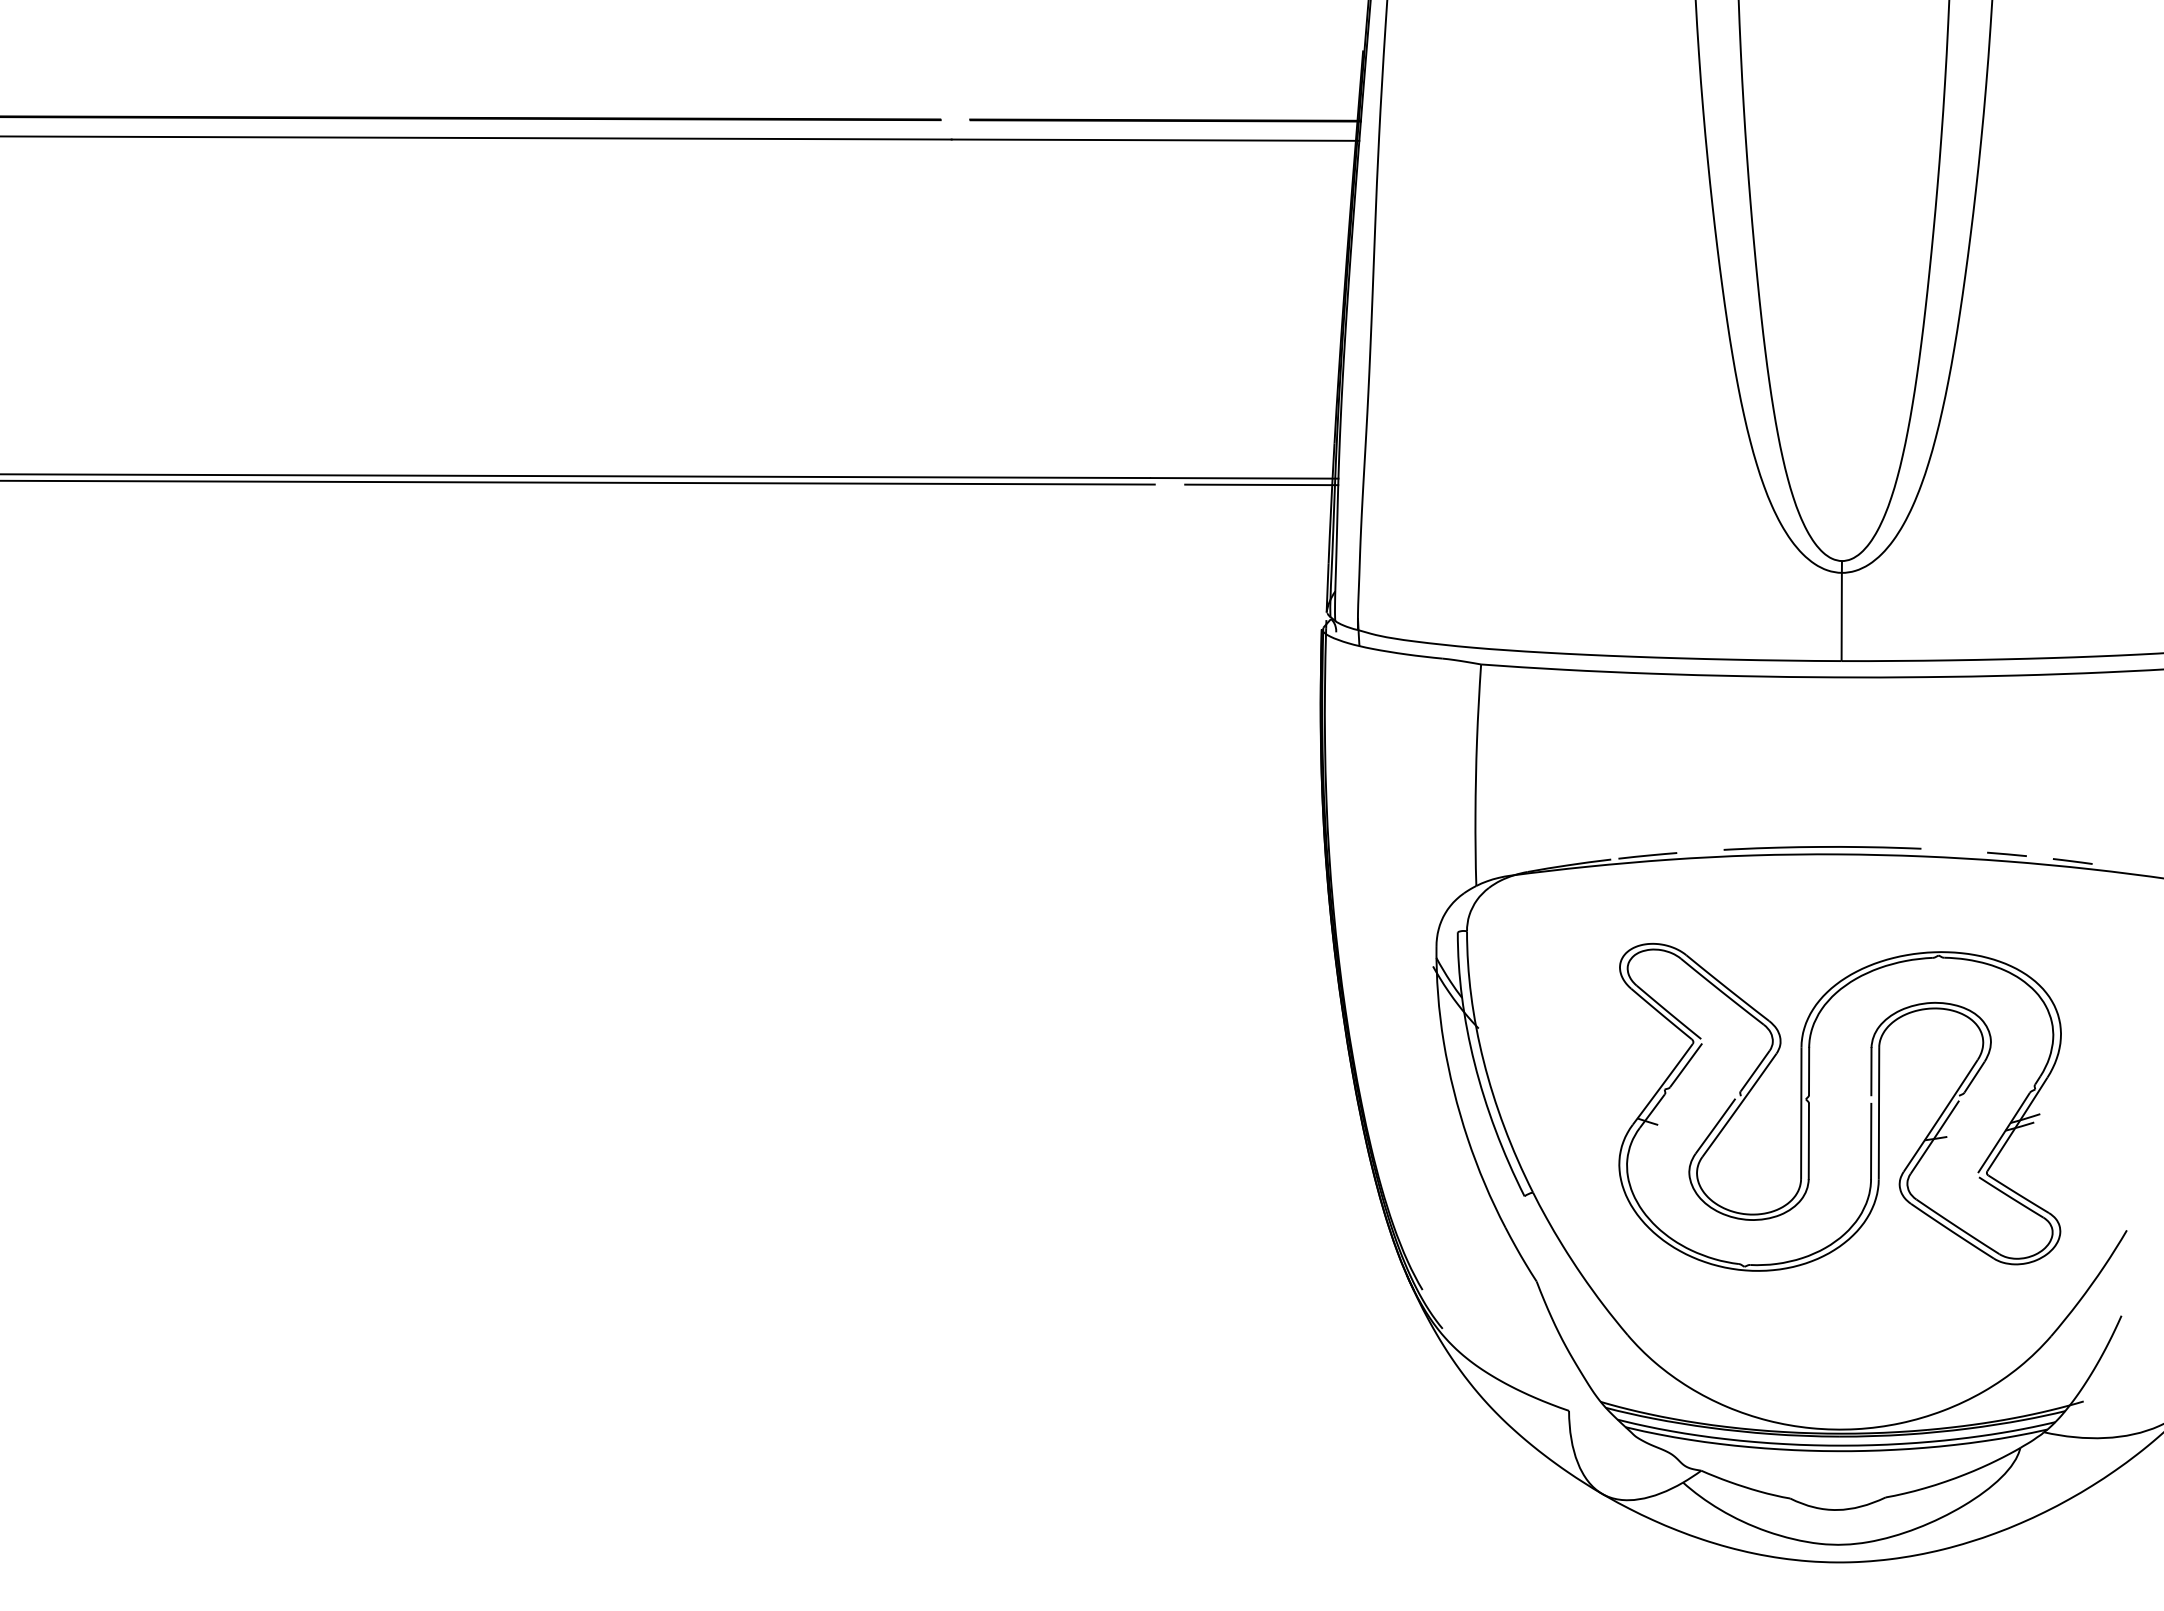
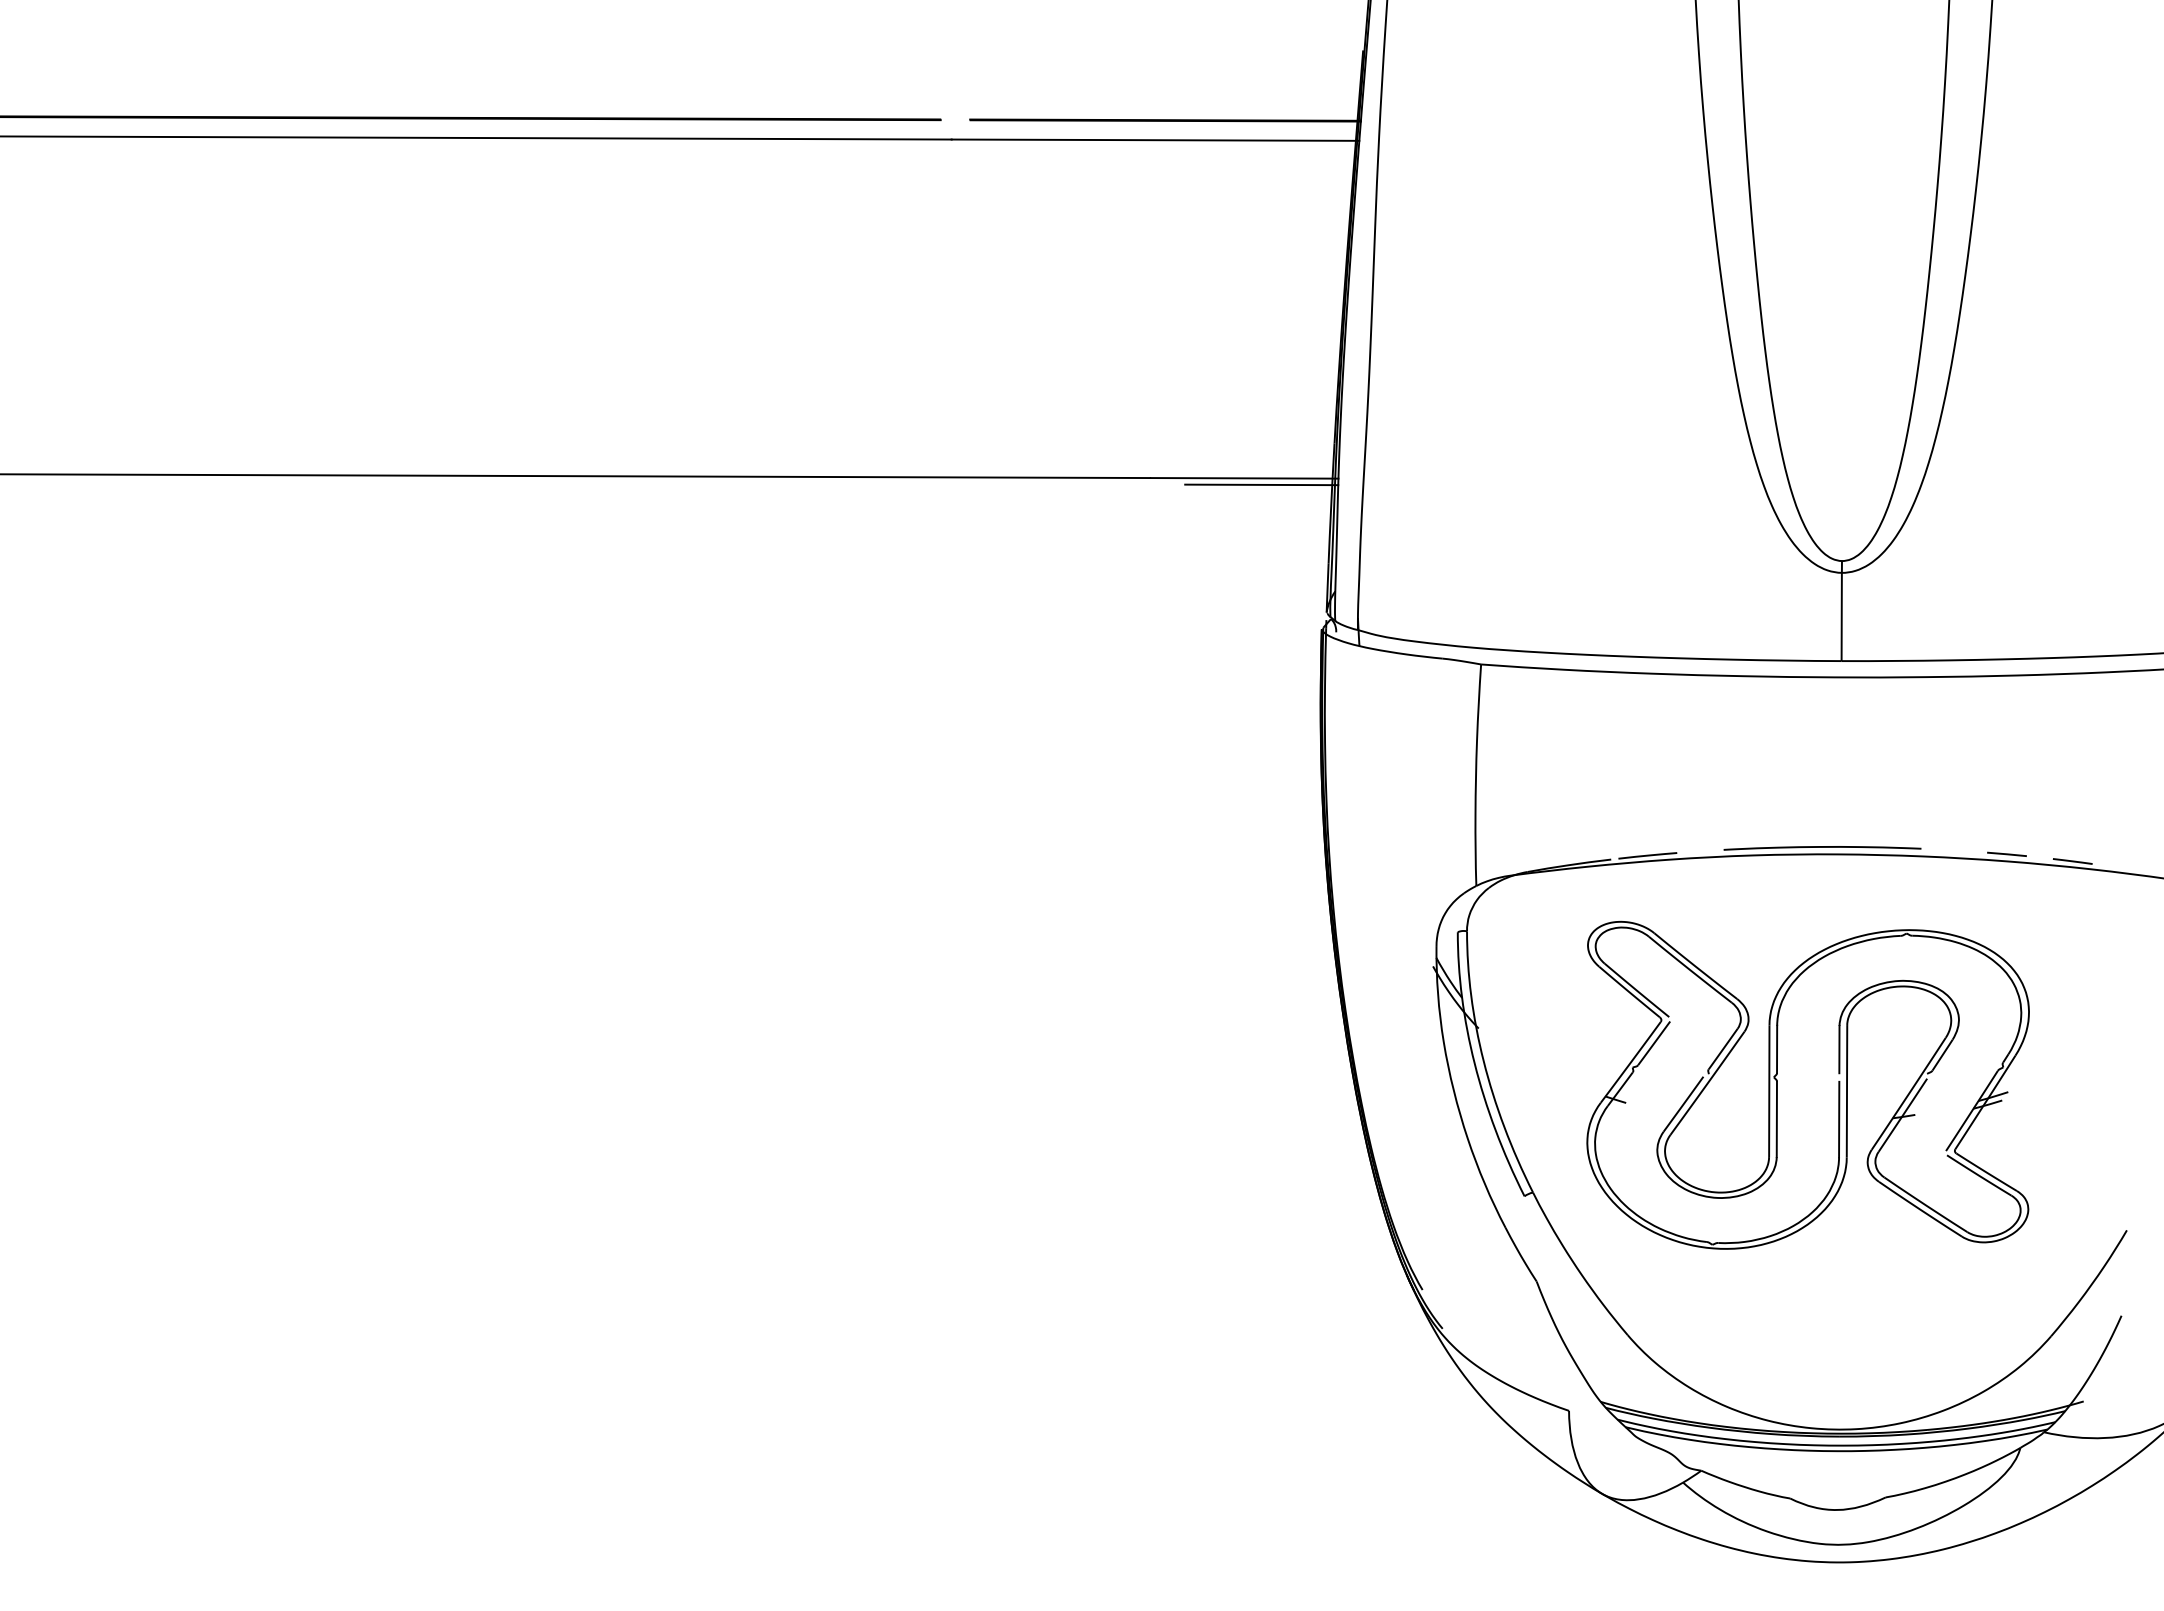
line at (578, 482): present -> none
part at (1839, 1106) position: (1839, 1106) -> (1807, 1084)
